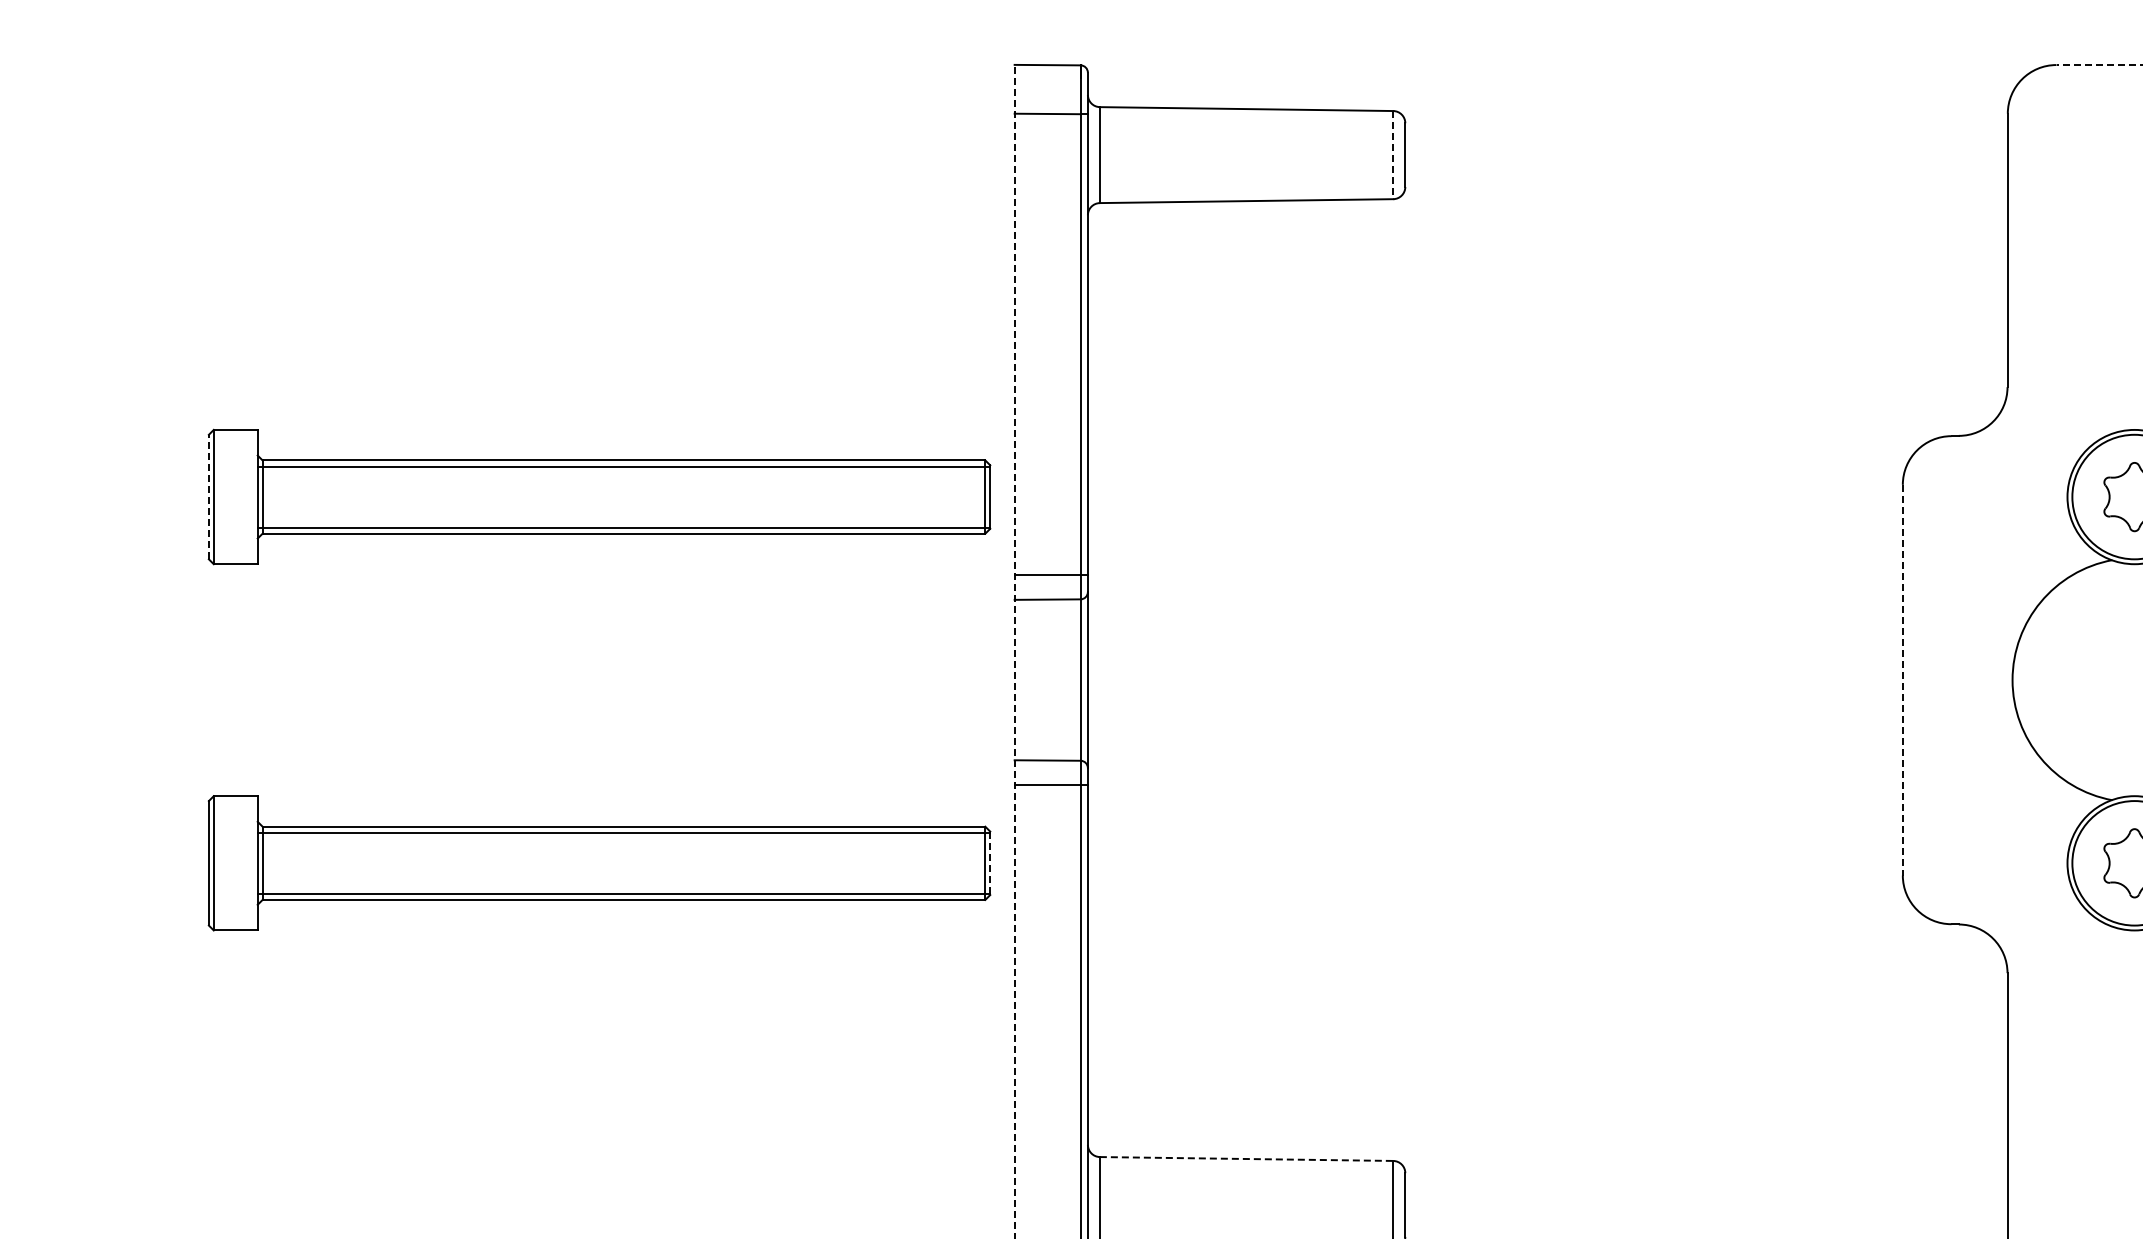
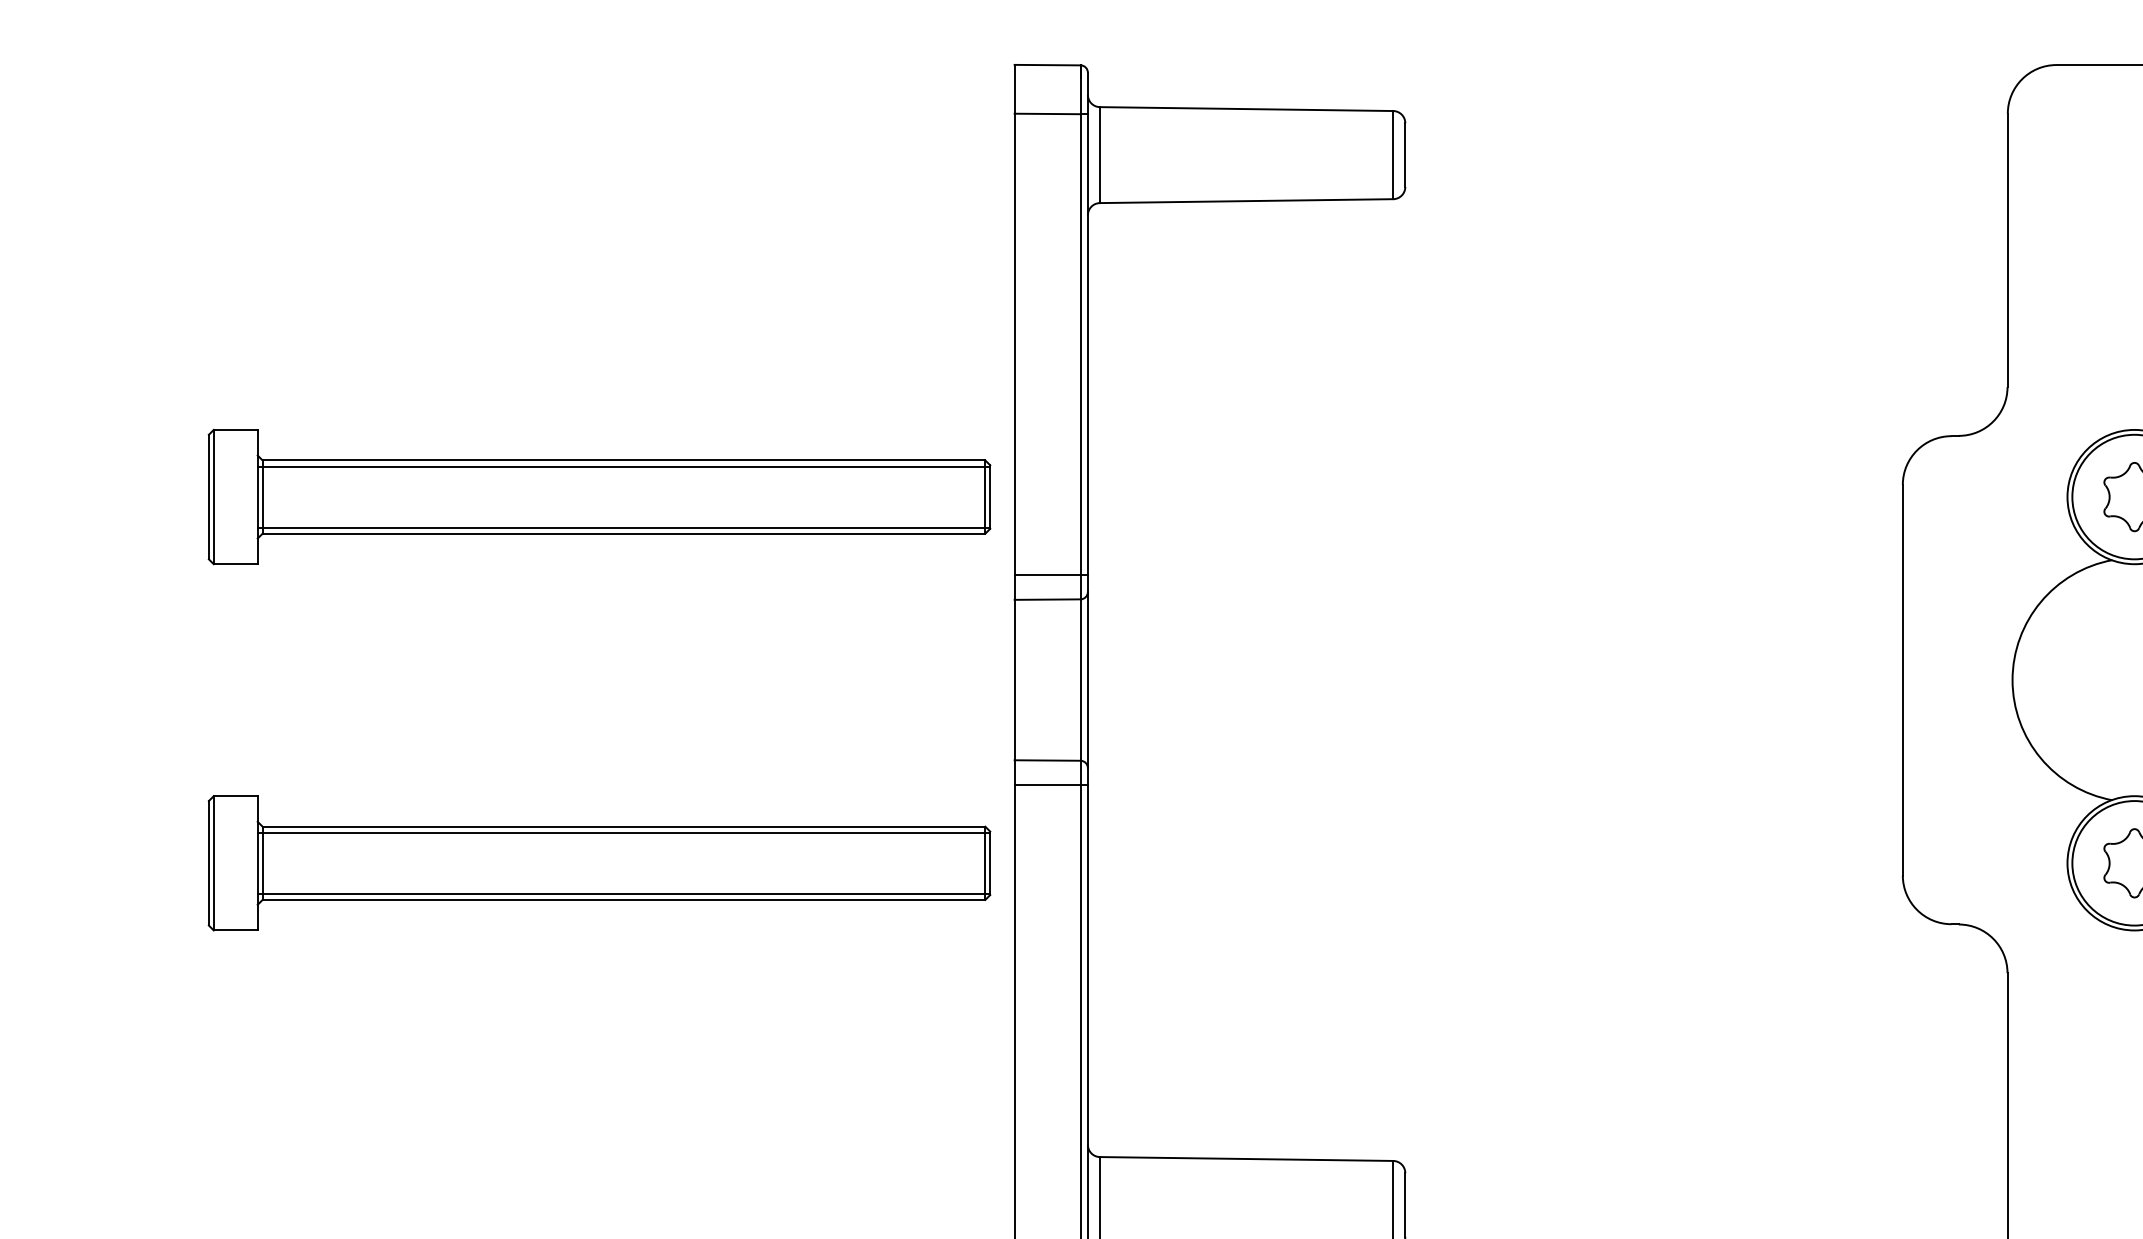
line at (2099, 64): dashed -> solid
line at (1393, 155): dashed -> solid
line at (208, 496): dashed -> solid
line at (1014, 651): dashed -> solid
line at (1902, 680): dashed -> solid
line at (990, 863): dashed -> solid
line at (1246, 1159): dashed -> solid
